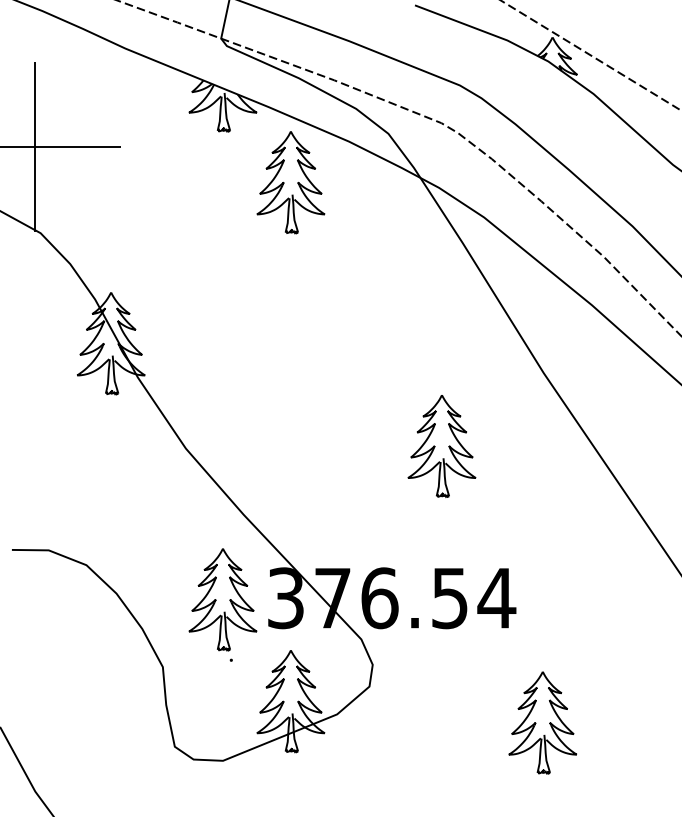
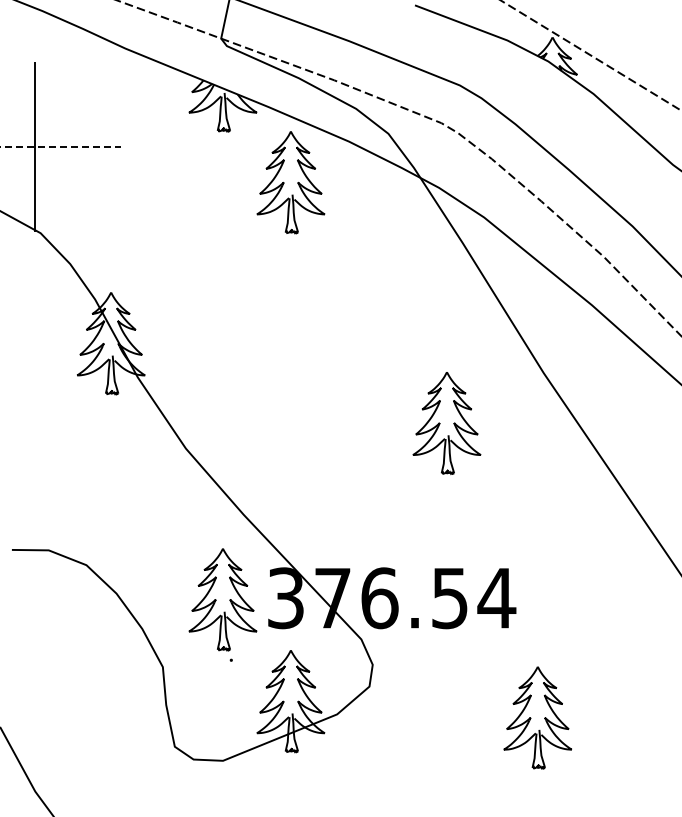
line at (60, 147): solid -> dashed
part at (441, 446) position: (441, 446) -> (446, 423)
part at (542, 722) position: (542, 722) -> (537, 717)
